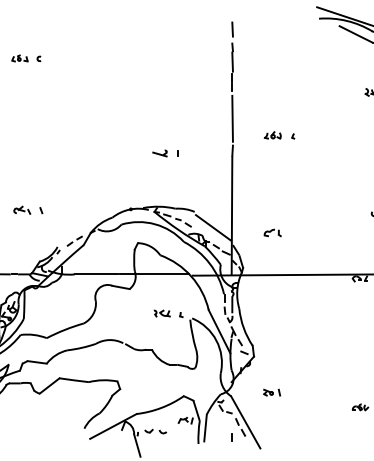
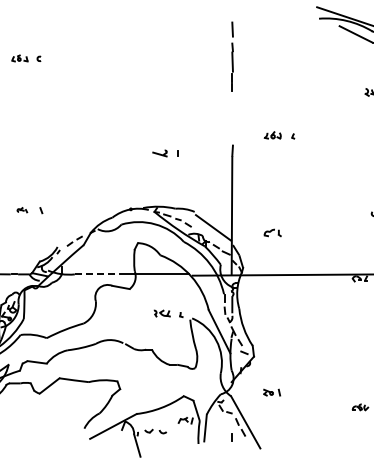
line at (232, 118): present -> none
part at (22, 209) size: 19x10 px -> 13x7 px
line at (96, 274): solid -> dashed
